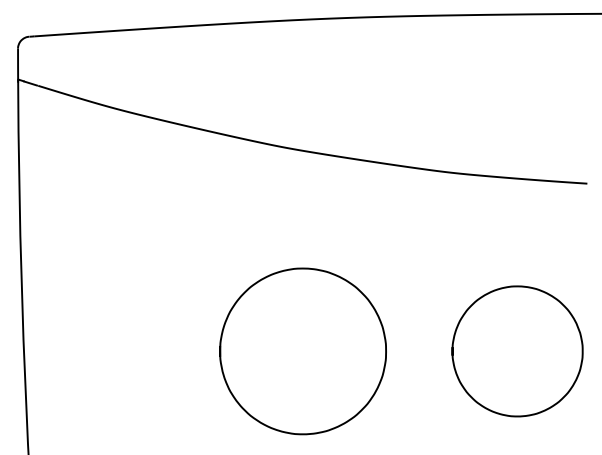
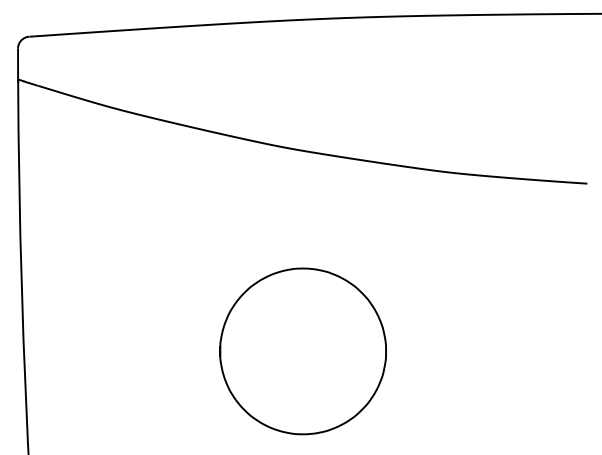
curve at (485, 406): present -> none
